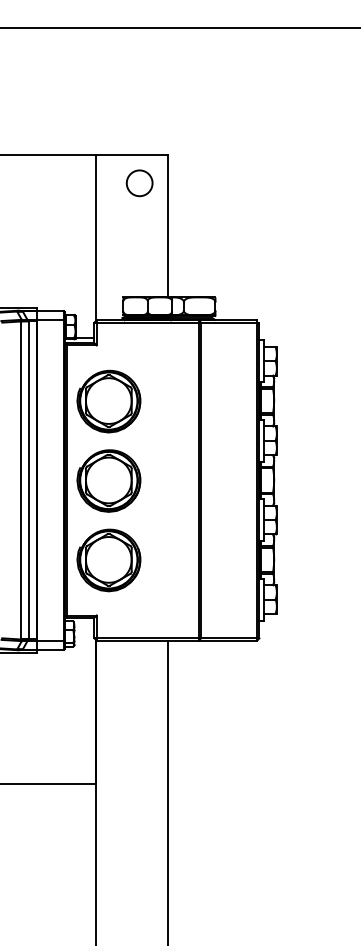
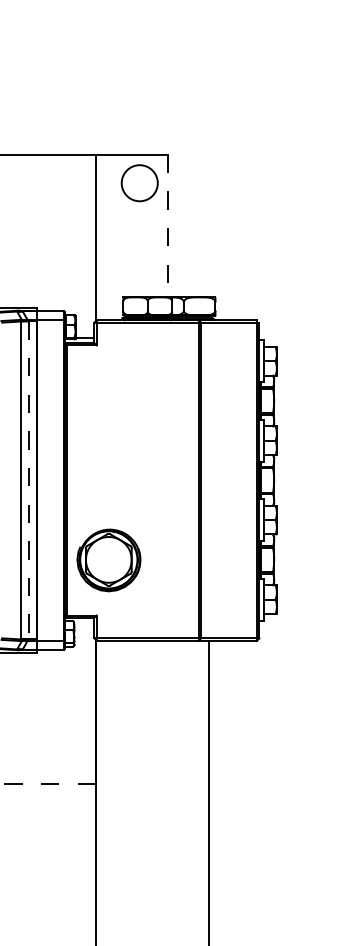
line at (179, 28): present -> none
circle at (139, 183) size: 29x29 px -> 39x39 px
line at (168, 226): solid -> dashed
part at (108, 401): present -> none
line at (29, 480): solid -> dashed
part at (108, 480): present -> none
line at (47, 784): solid -> dashed
line at (168, 791) position: (168, 791) -> (209, 791)
